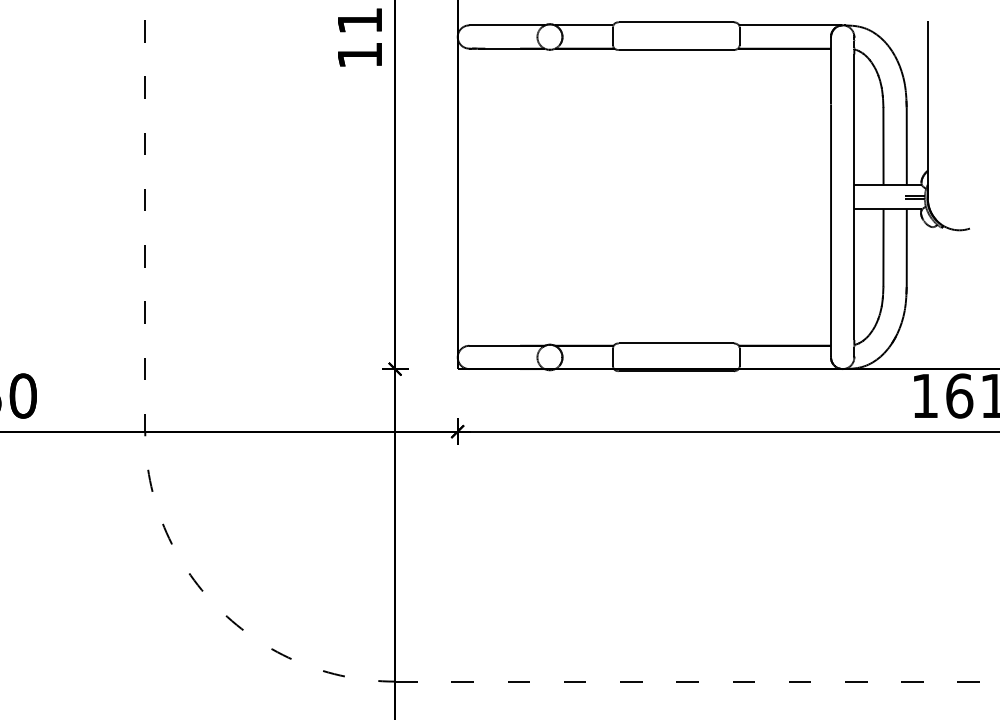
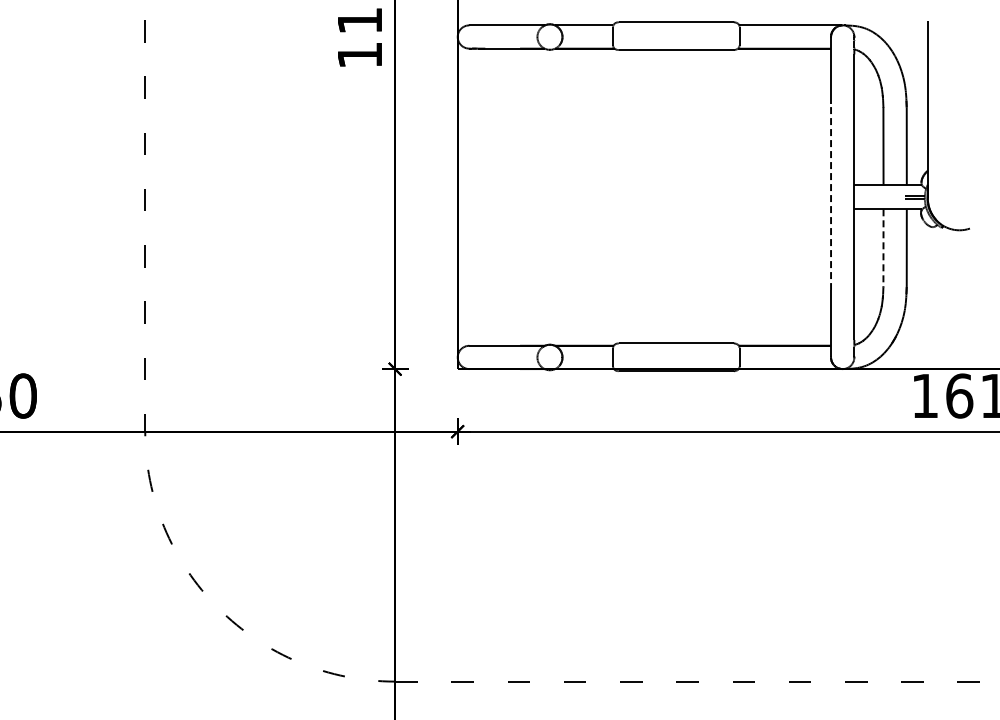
line at (831, 197): solid -> dashed
line at (883, 248): solid -> dashed
